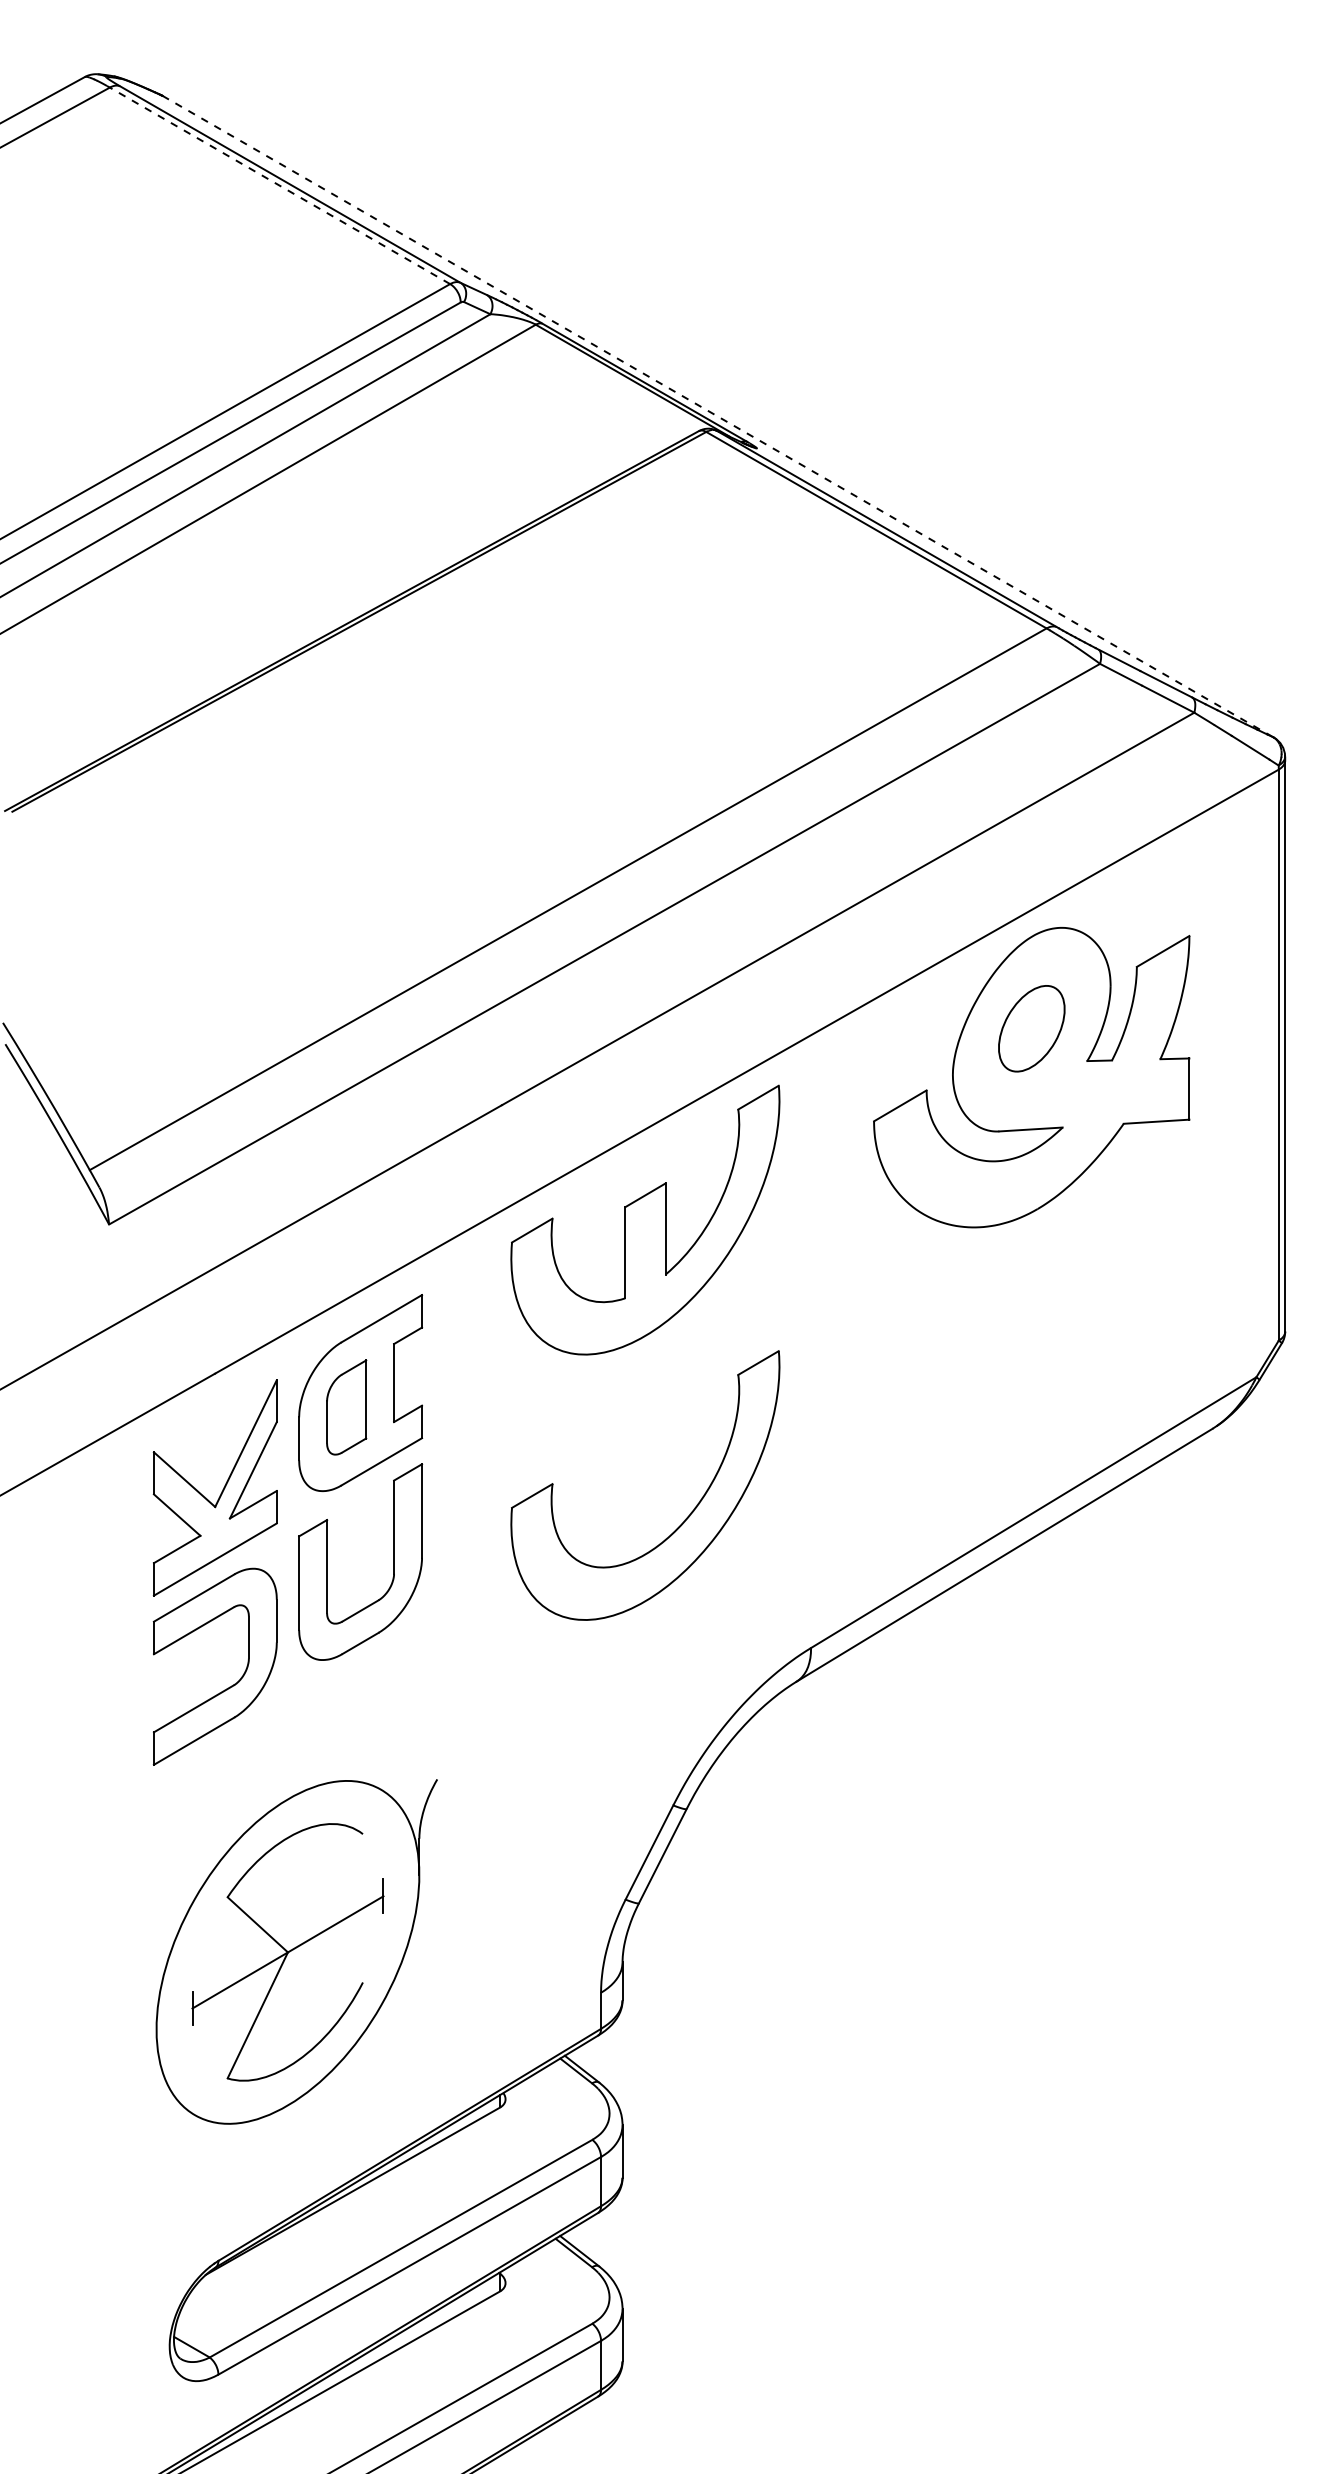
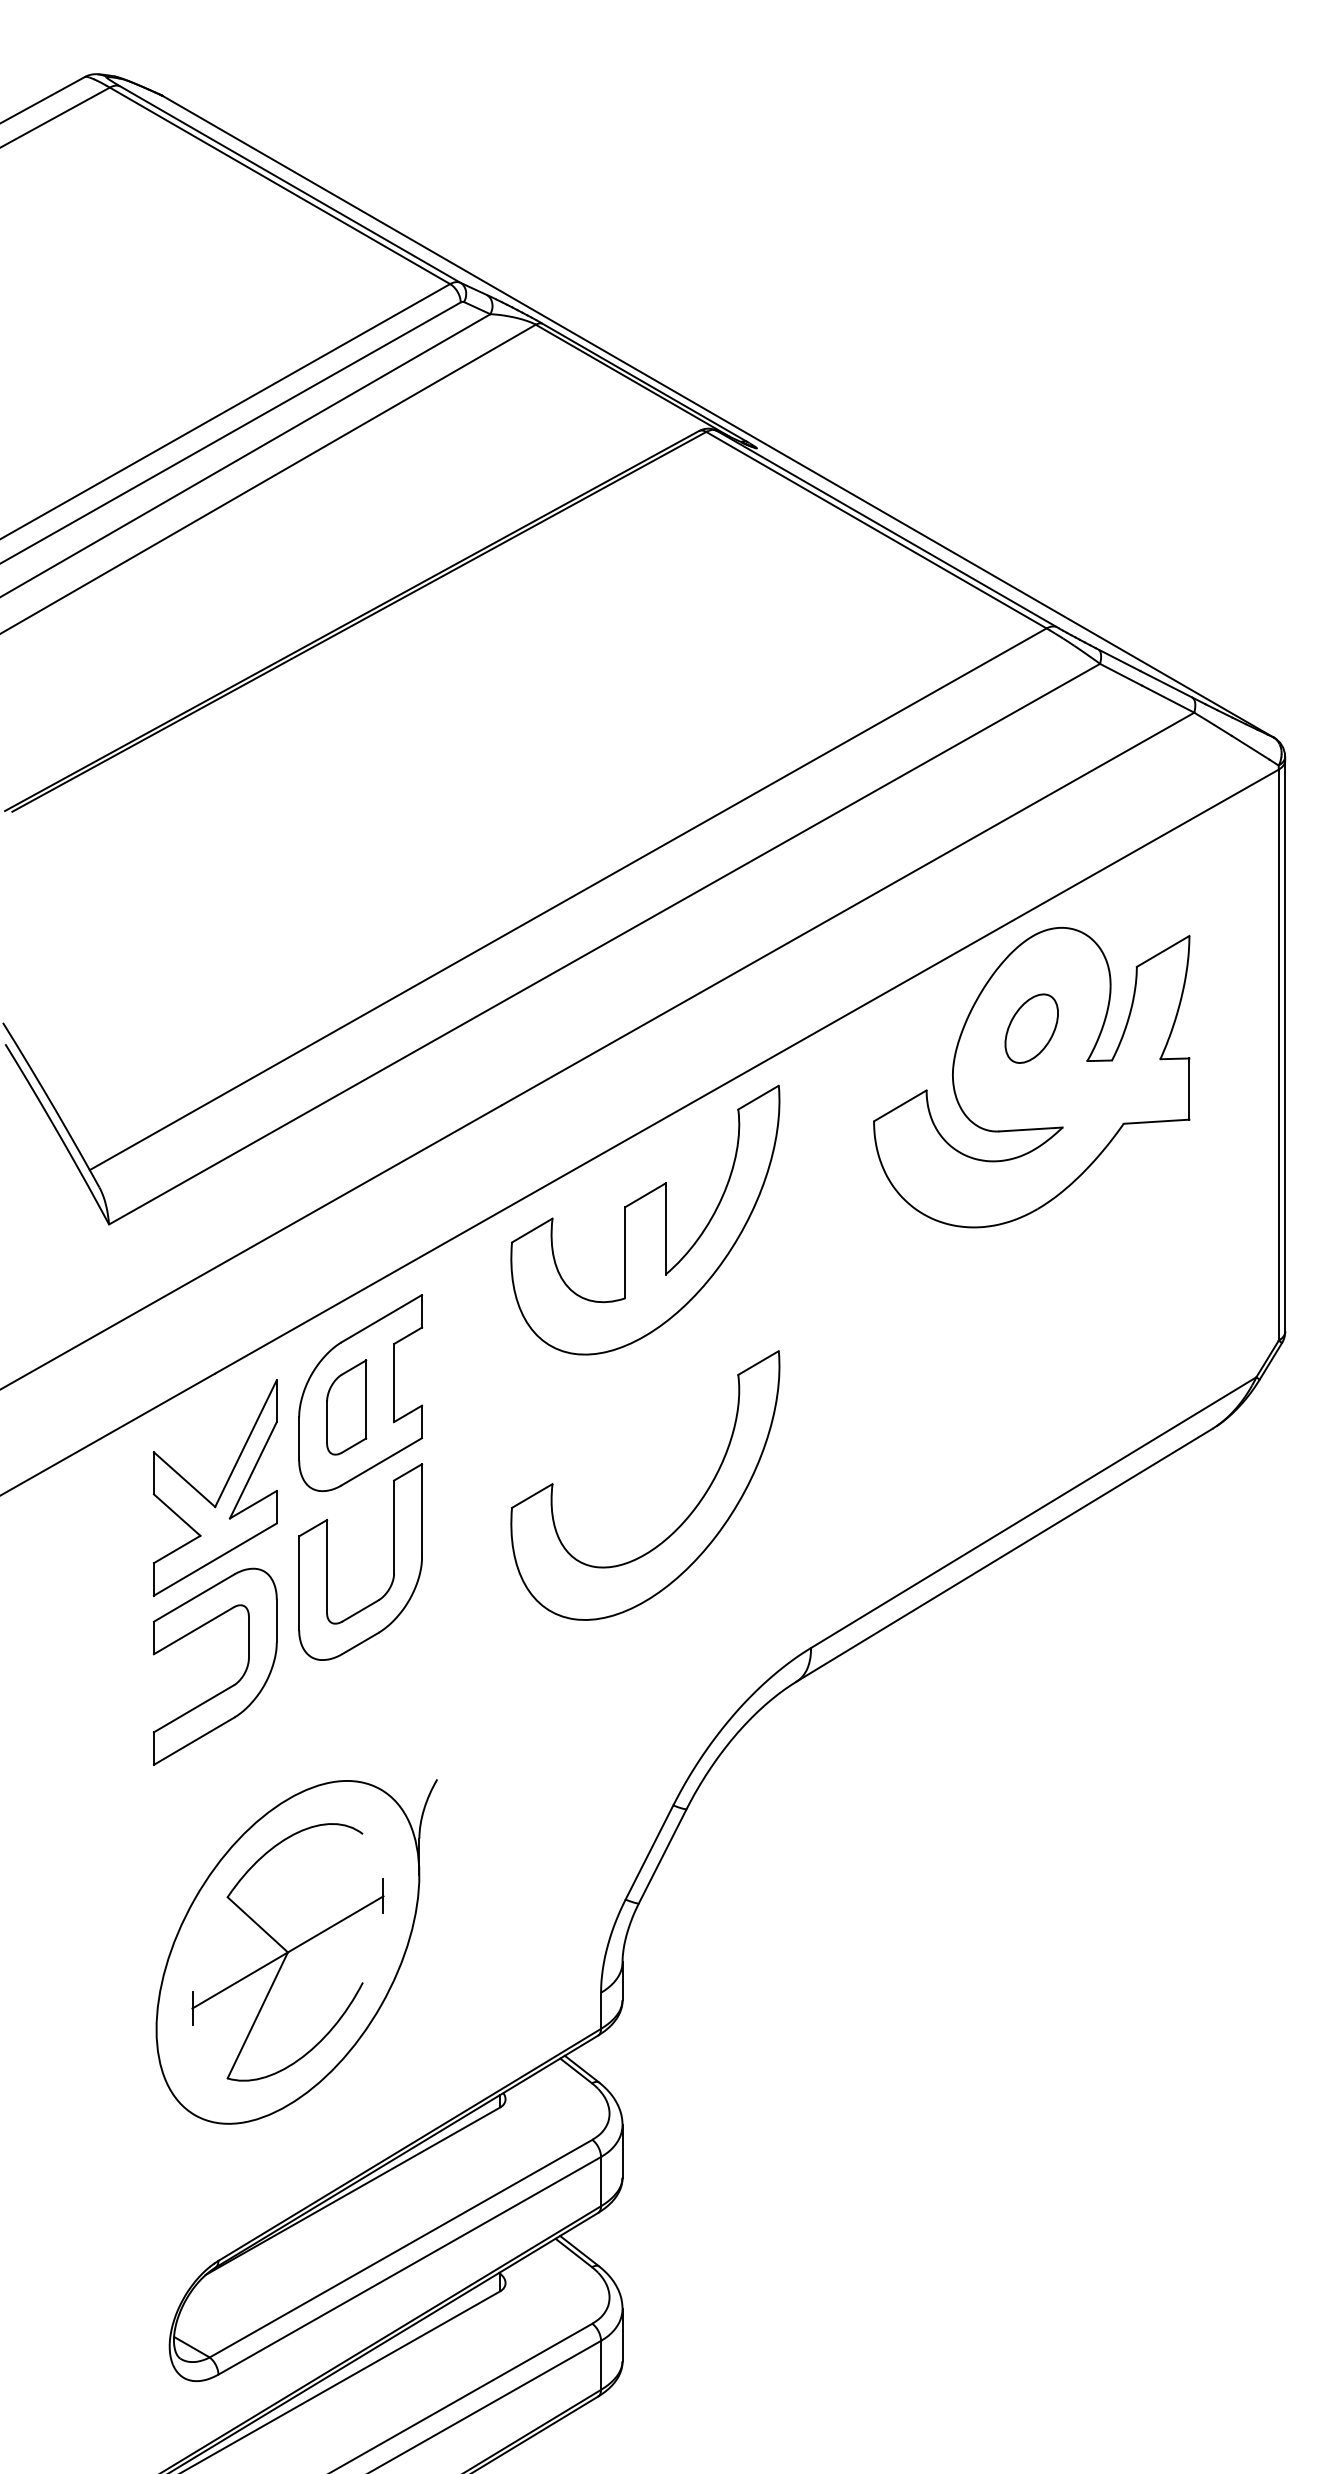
line at (278, 184): dashed -> solid
line at (718, 416): dashed -> solid
part at (1031, 1028) size: 68x88 px -> 55x71 px
